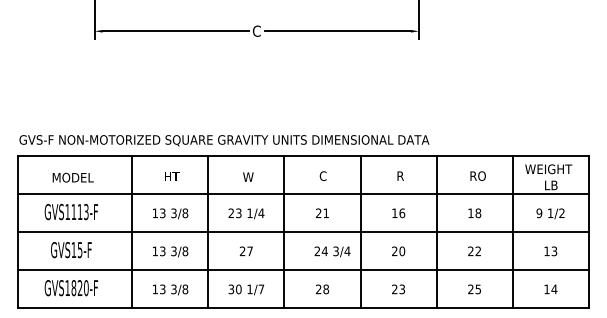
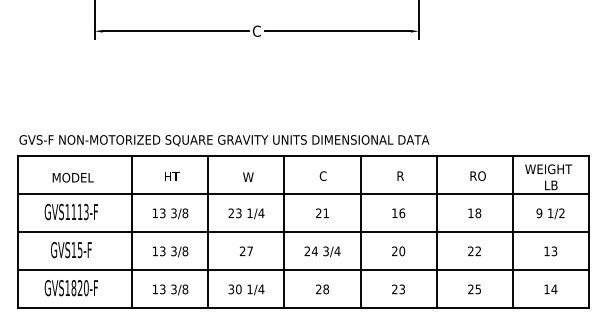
text at (332, 251) position: (332, 251) -> (322, 251)
text at (261, 289): 1/7 -> 1/4
